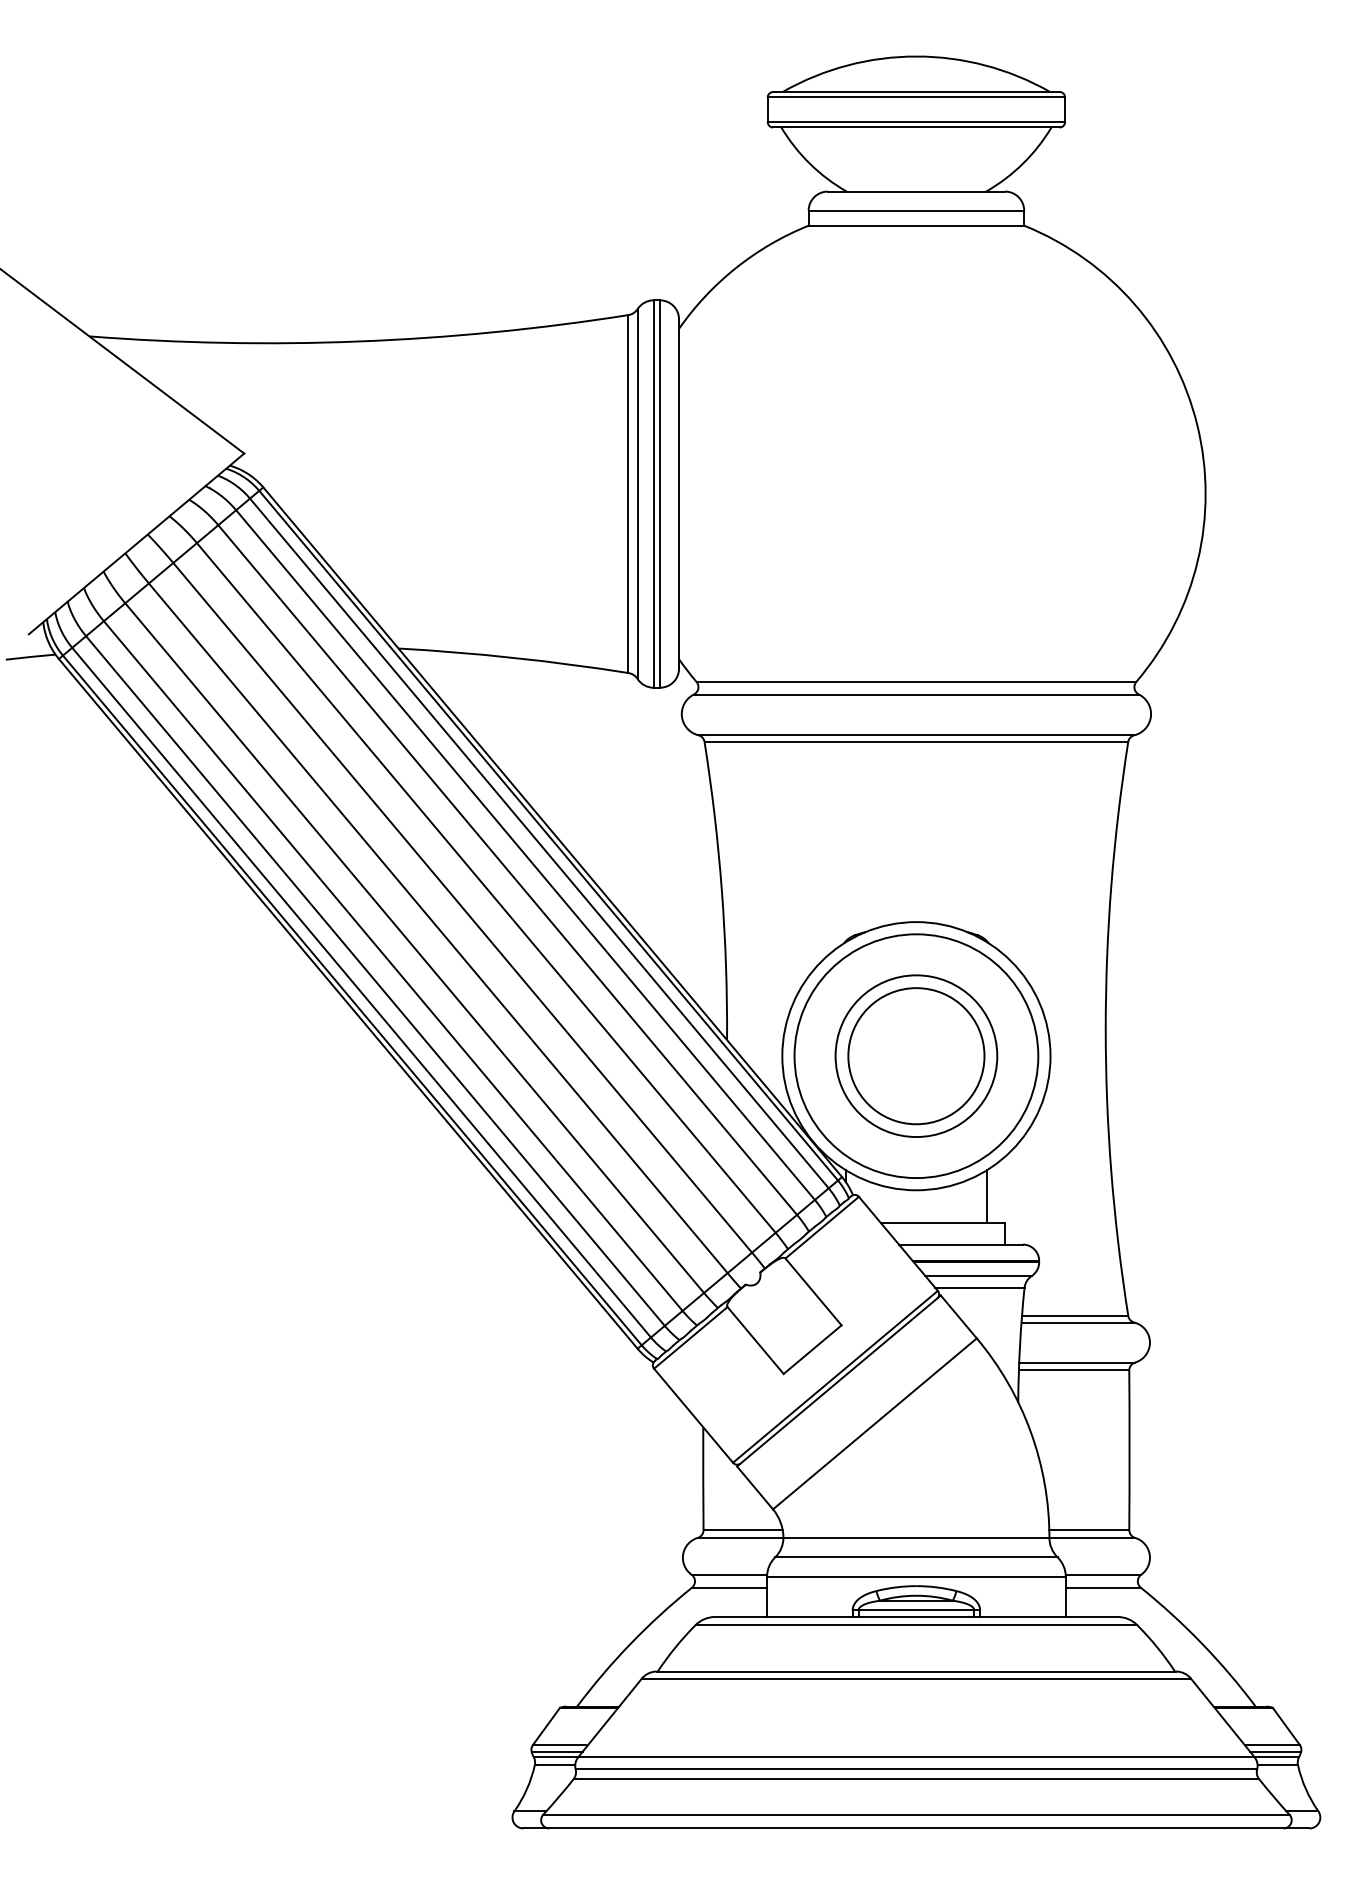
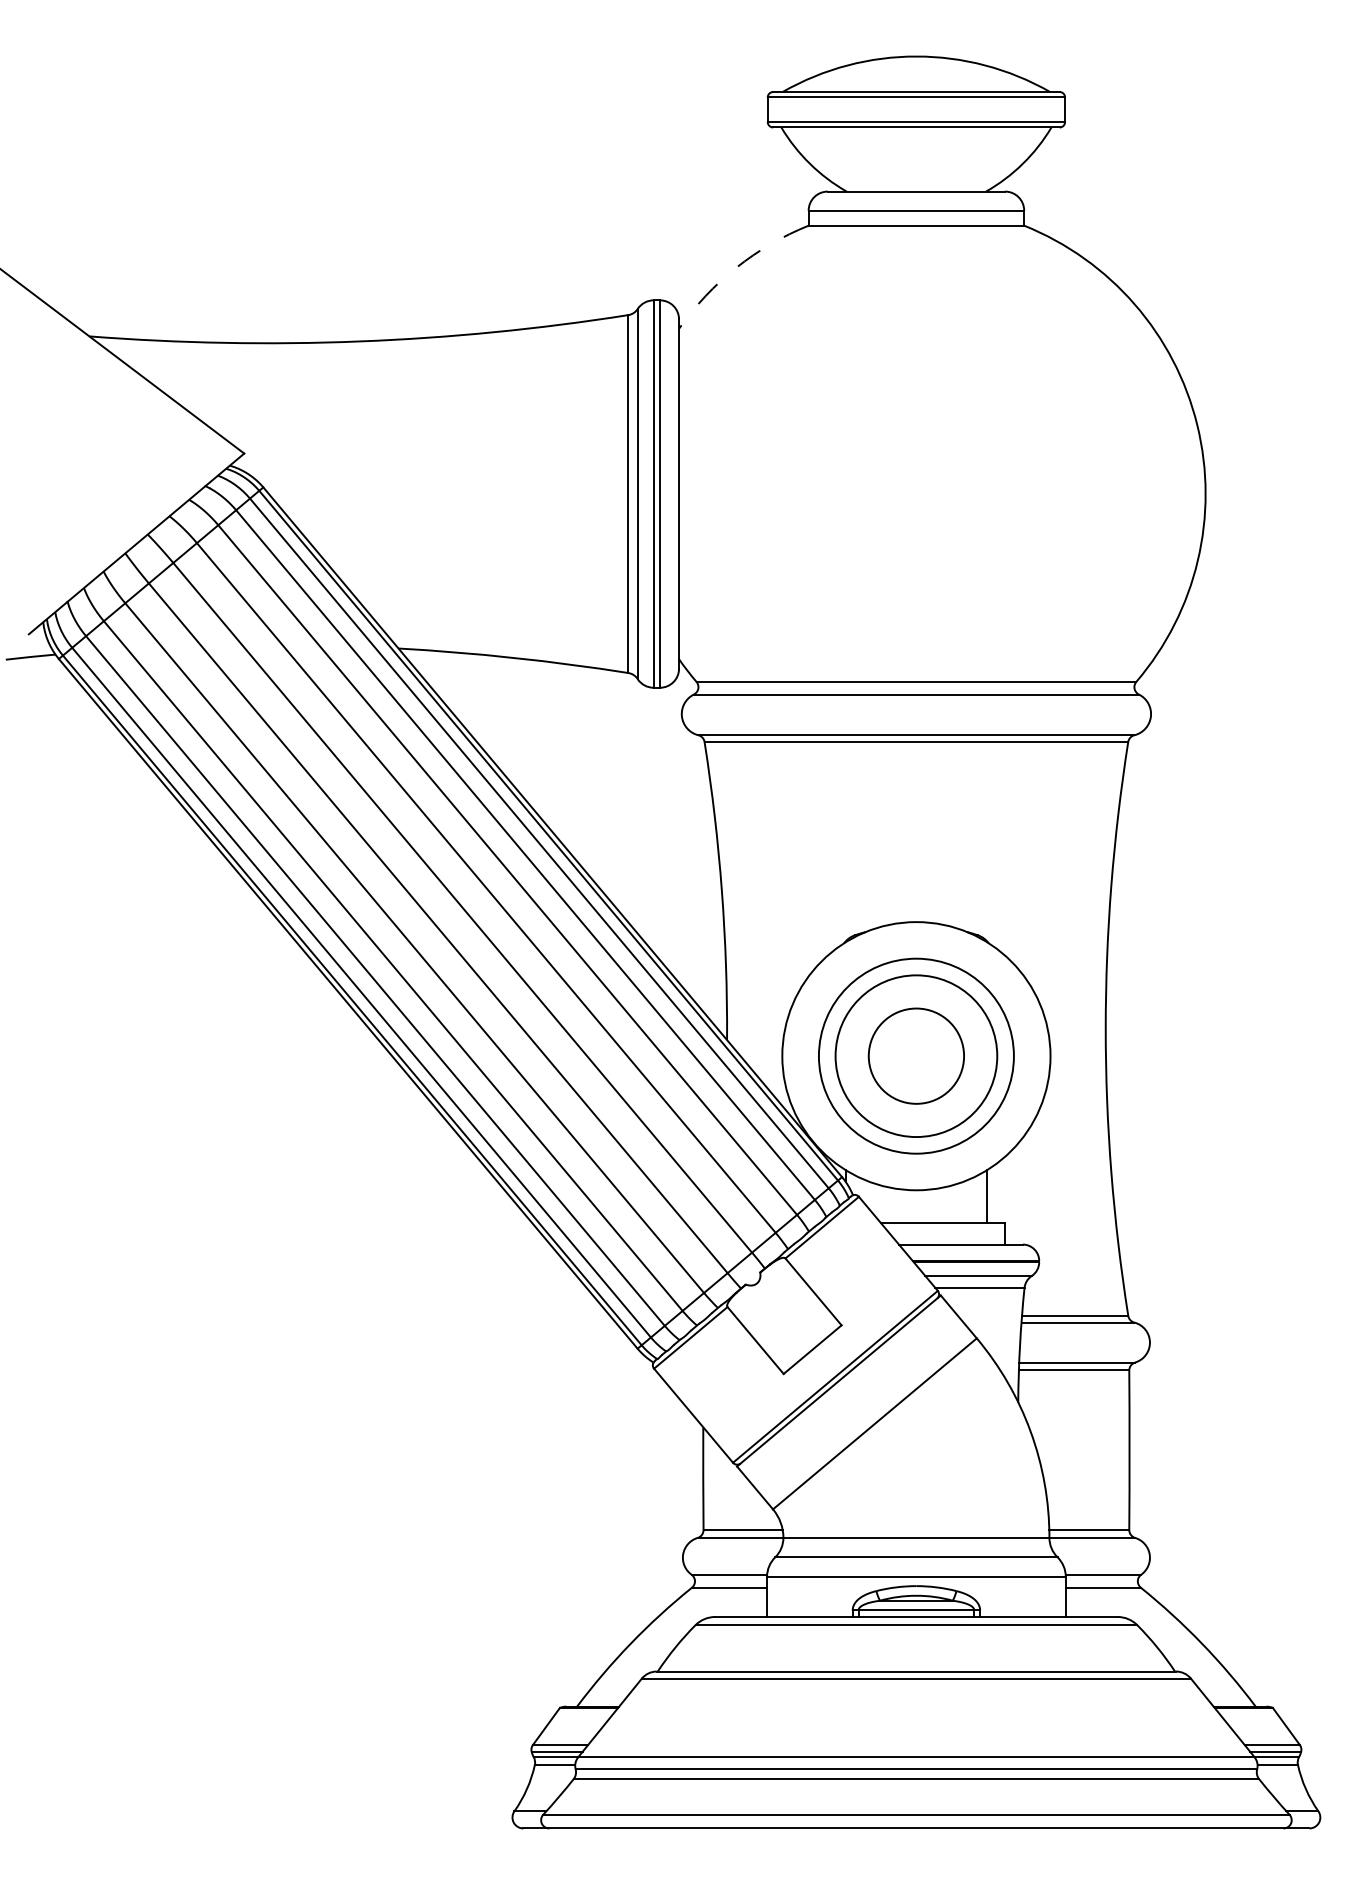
arc at (736, 267): solid -> dashed
circle at (916, 1056) diameter: 136 px -> 95 px
circle at (916, 1056) diameter: 244 px -> 195 px
